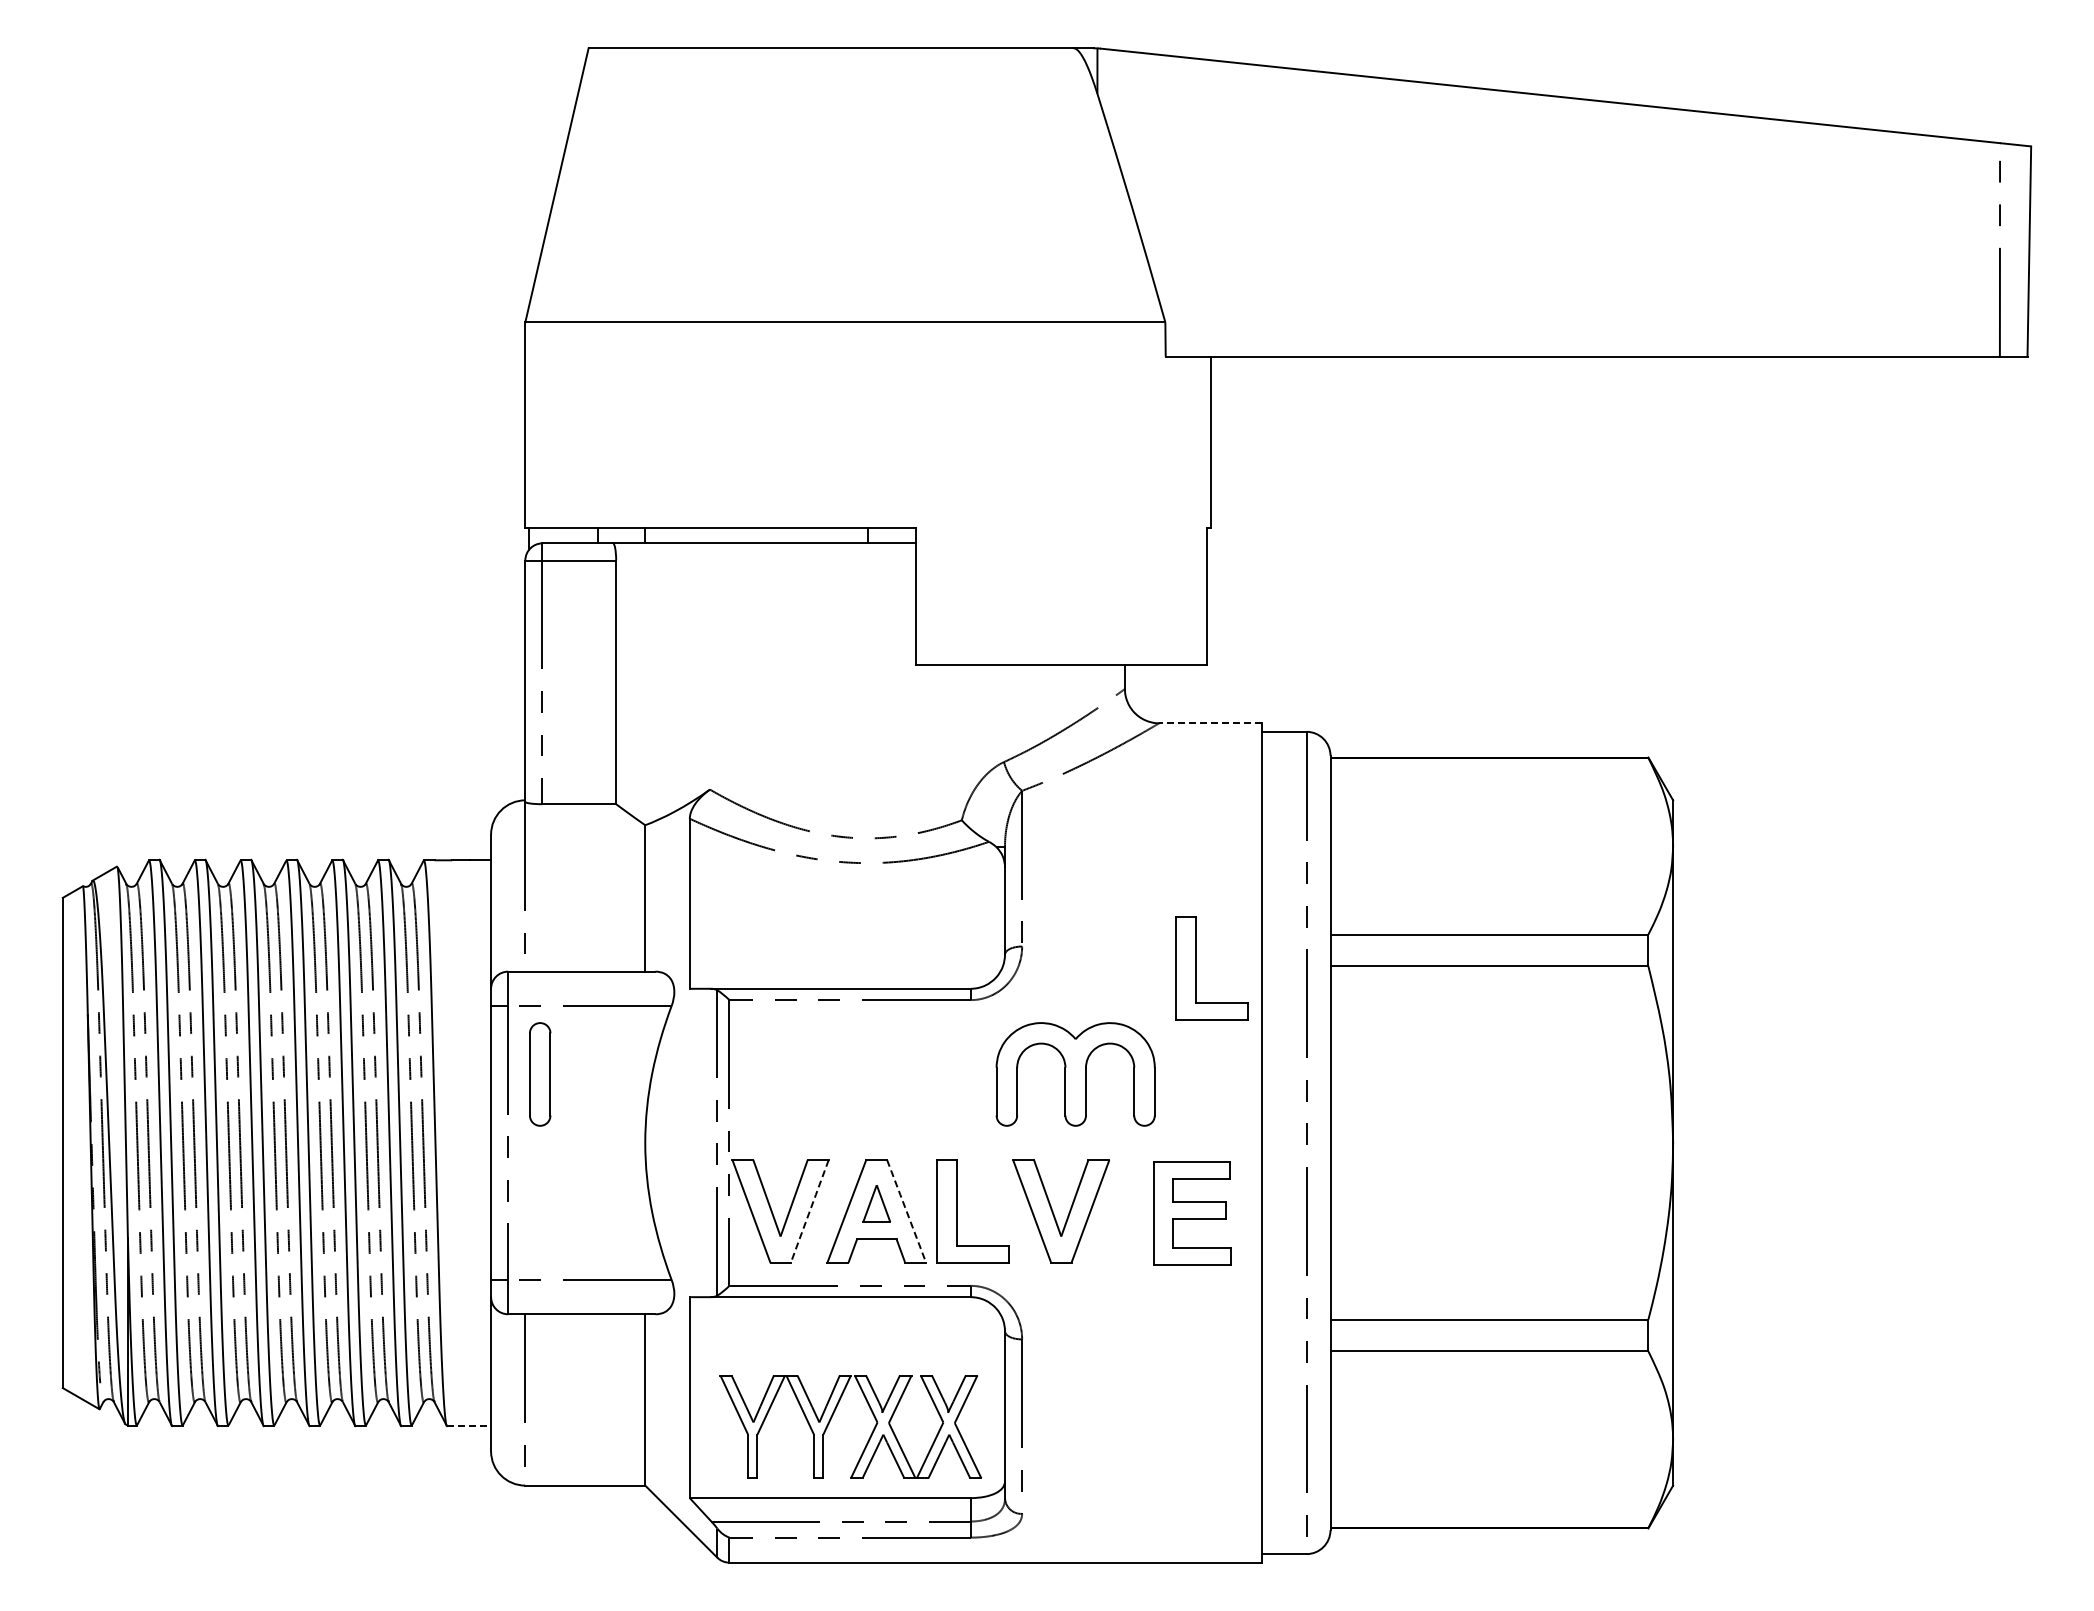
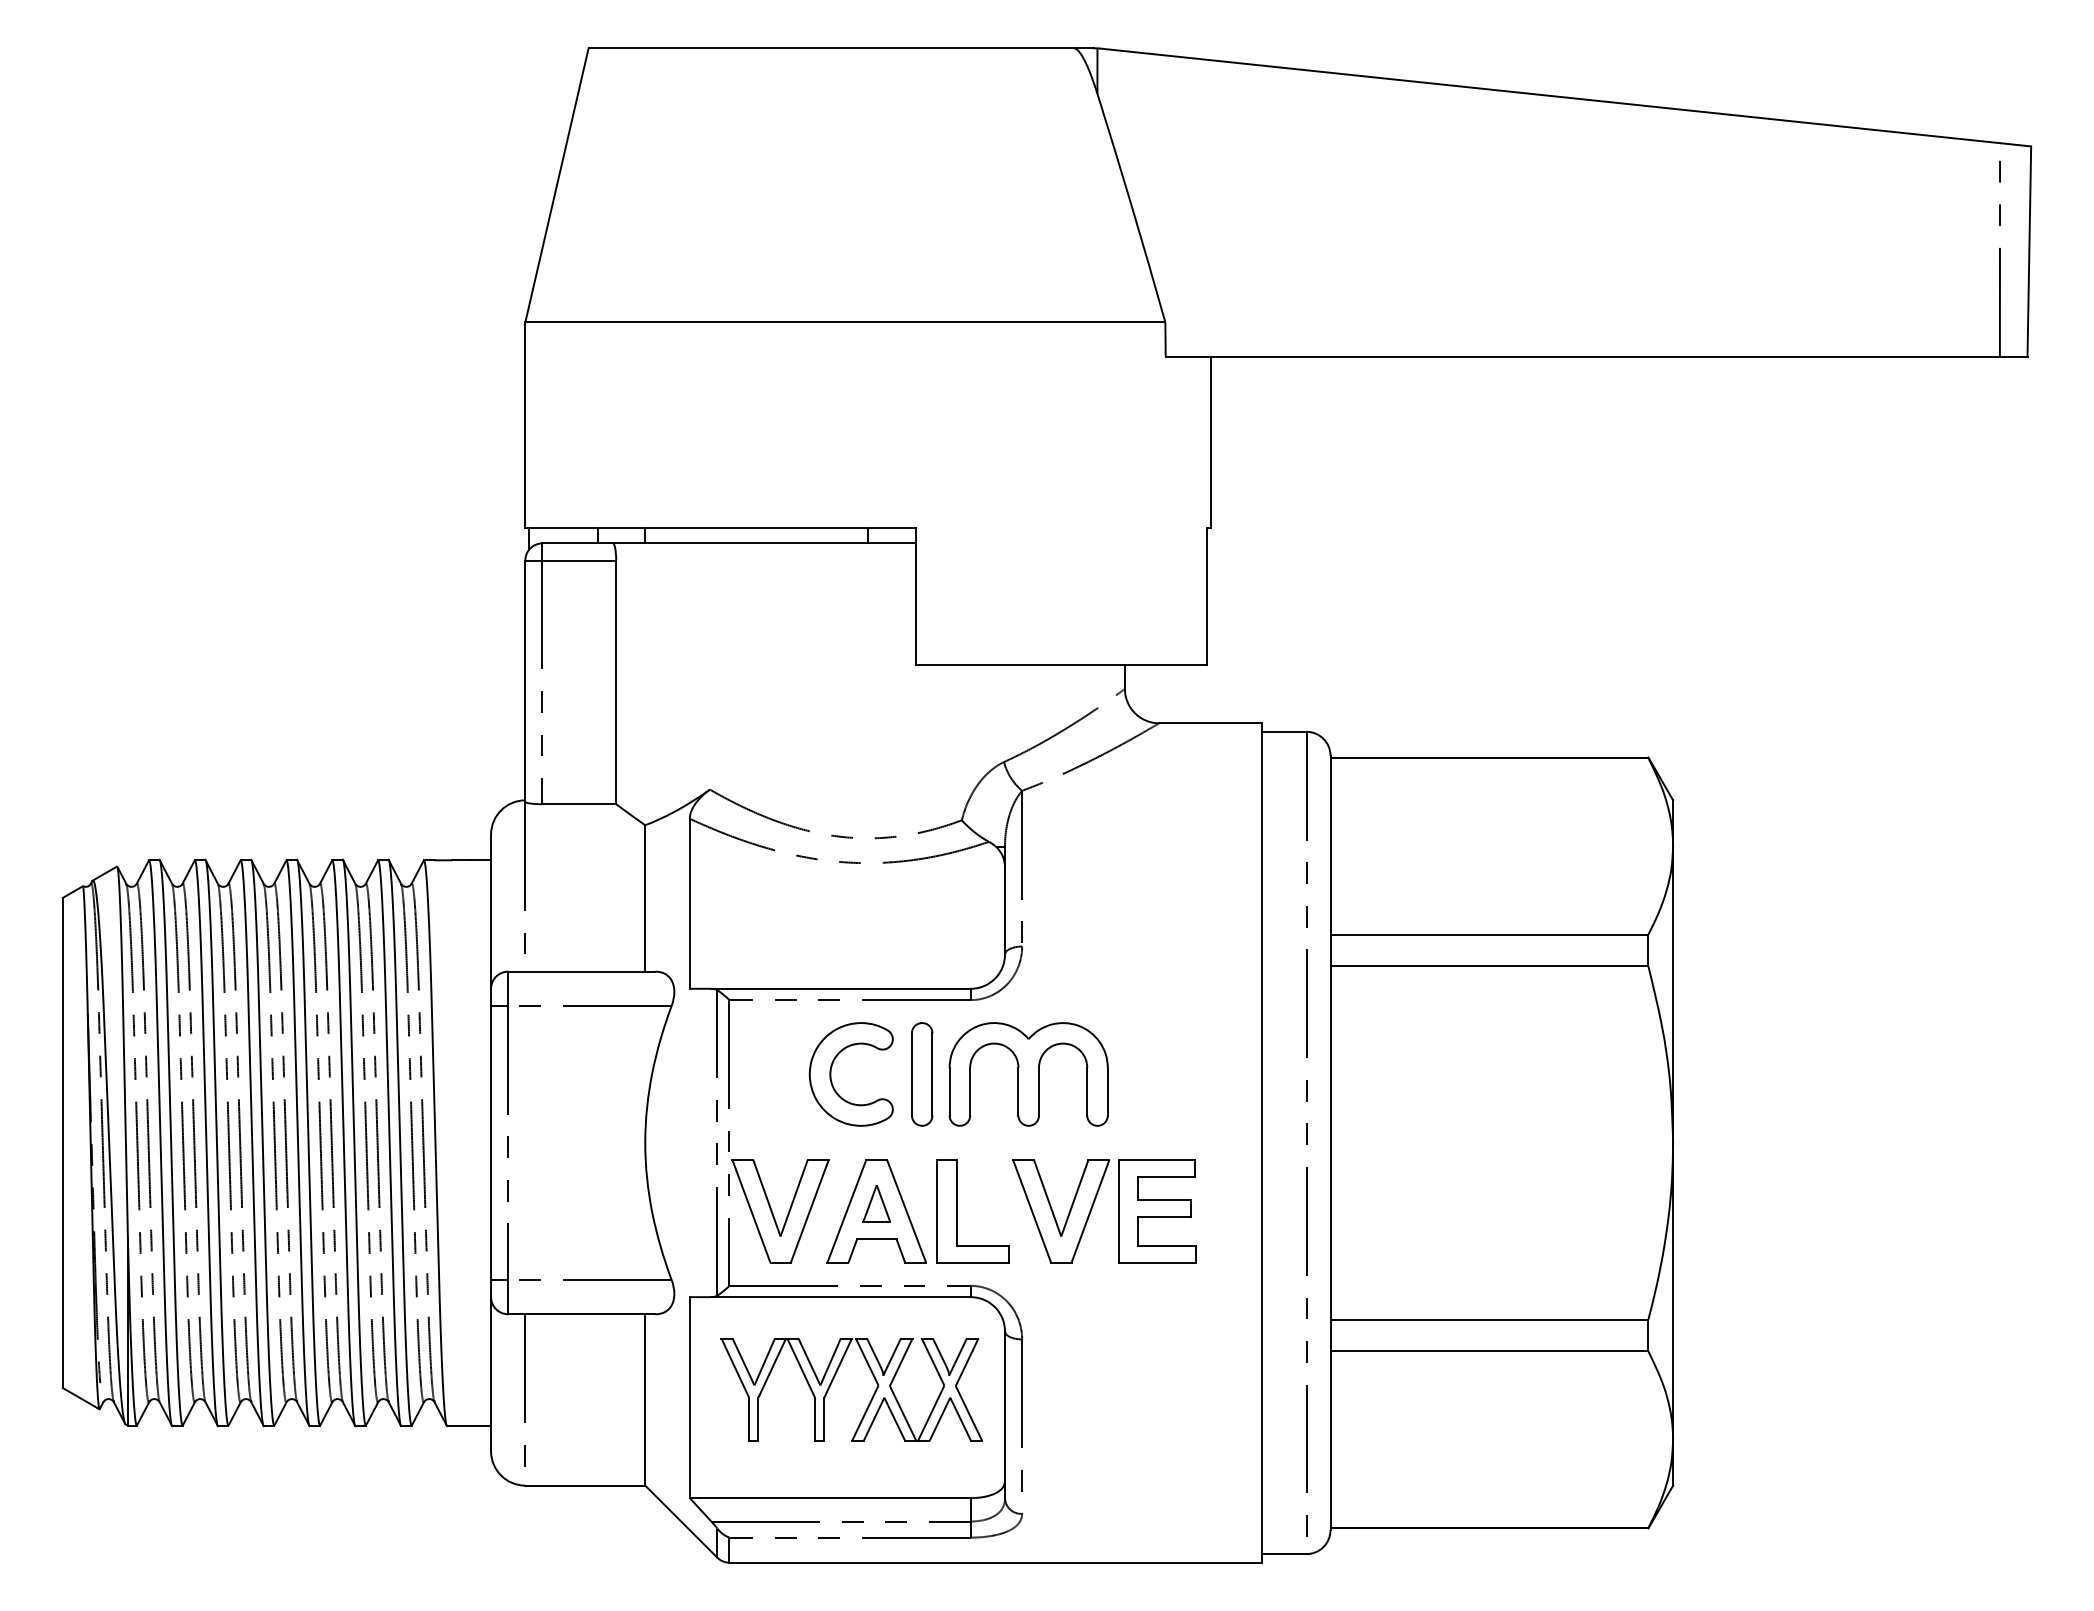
line at (1210, 723): dashed -> solid
part at (1196, 968): present -> none
part at (540, 1074) position: (540, 1074) -> (922, 1074)
part at (831, 1074): none -> present
part at (1075, 1074) position: (1075, 1074) -> (1028, 1074)
line at (809, 1211): dashed -> solid
line at (906, 1211): dashed -> solid
part at (1192, 1213) position: (1192, 1213) -> (1157, 1211)
part at (832, 1417) position: (832, 1417) -> (833, 1380)
line at (469, 1425): dashed -> solid
